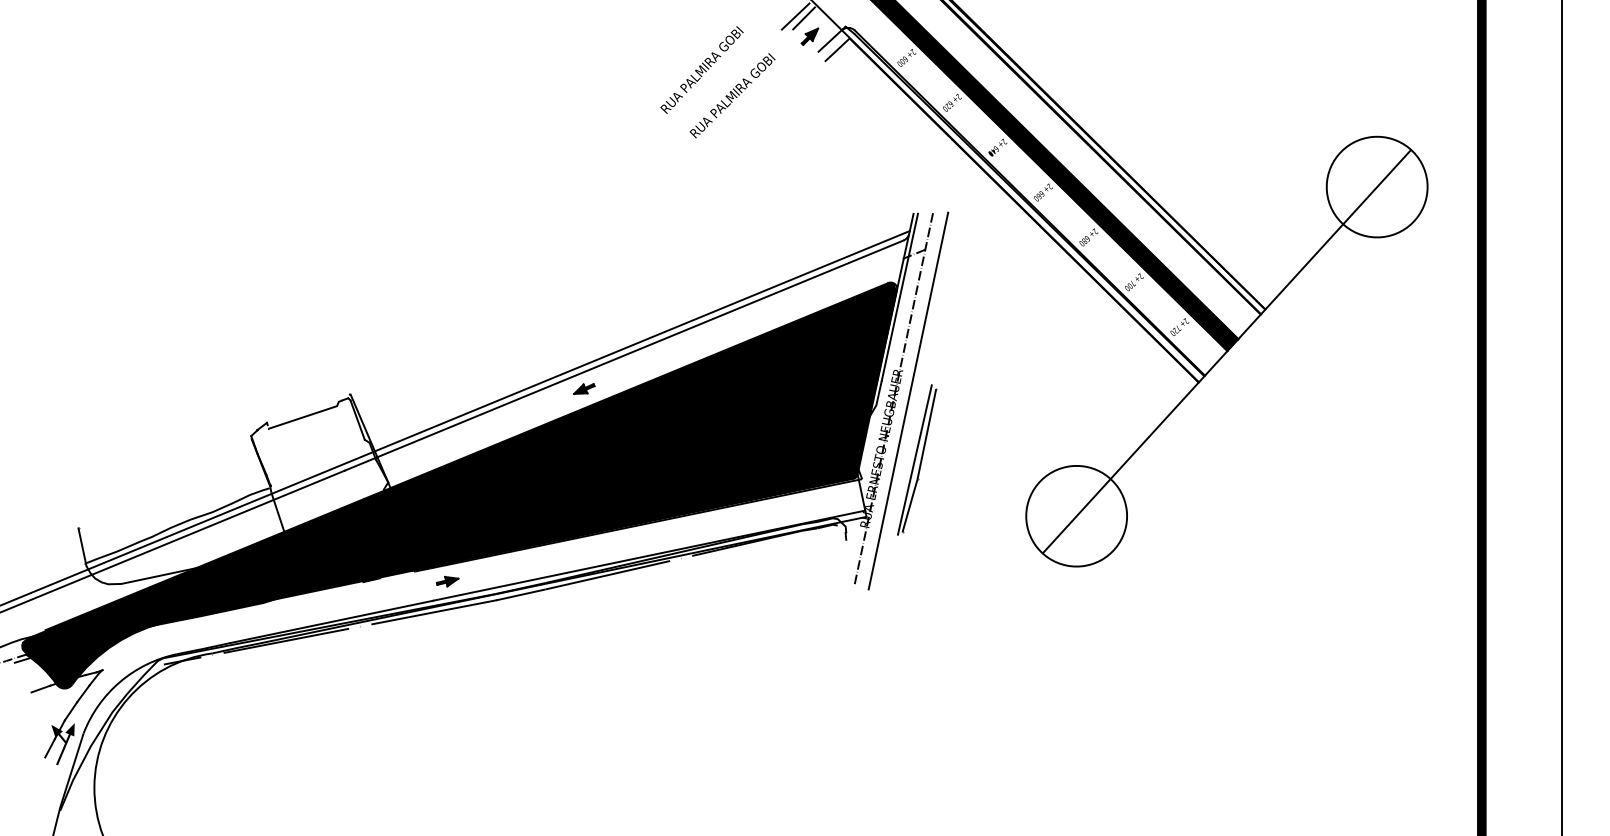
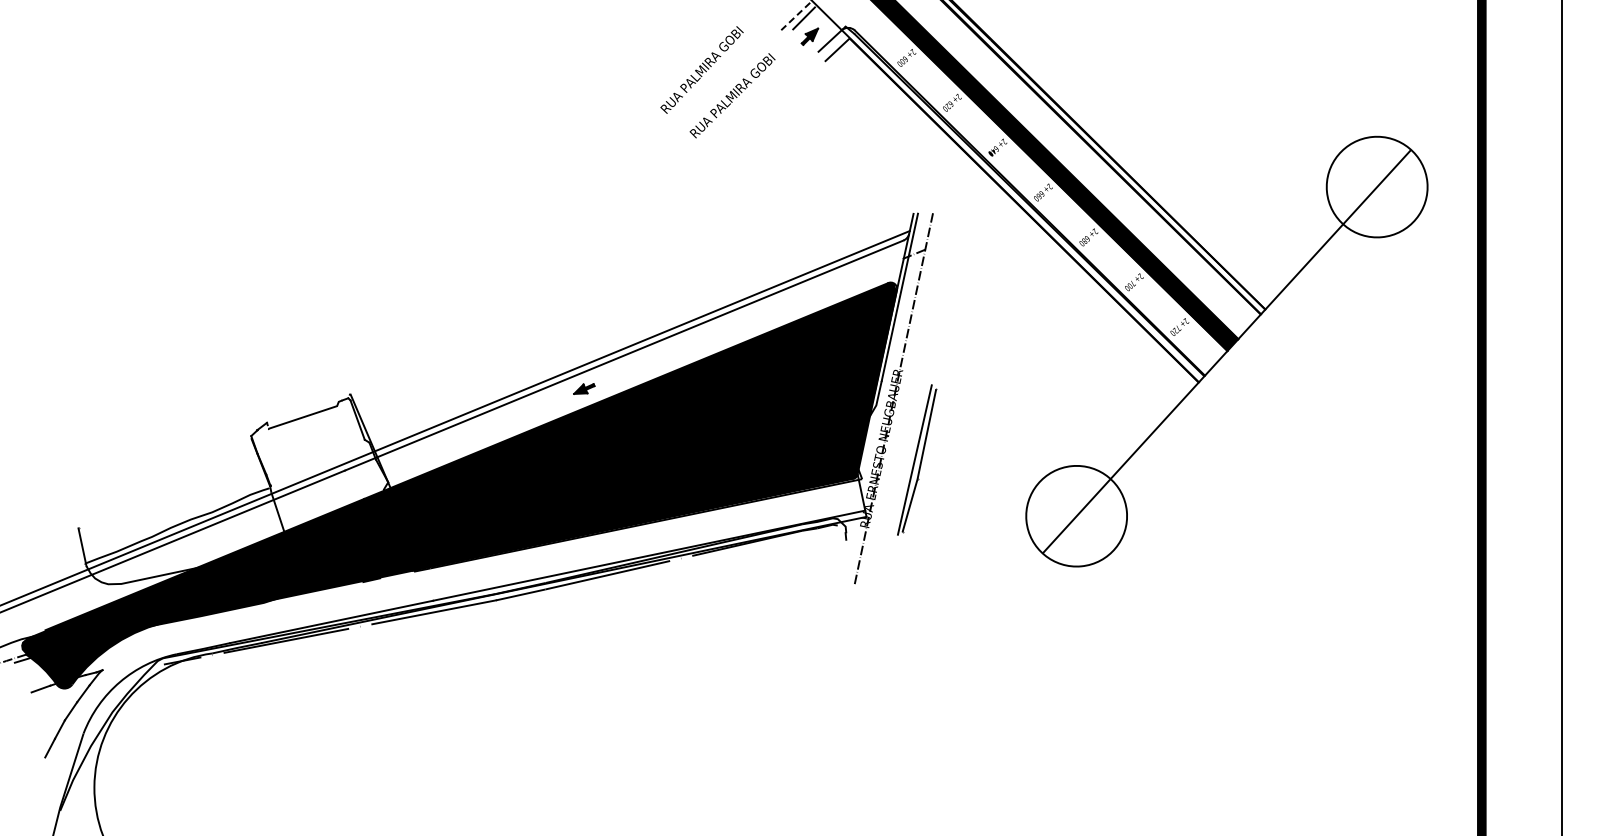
line at (795, 16): solid -> dashed
line at (908, 400): present -> none
part at (447, 581): present -> none
fill at (62, 744): present -> none
